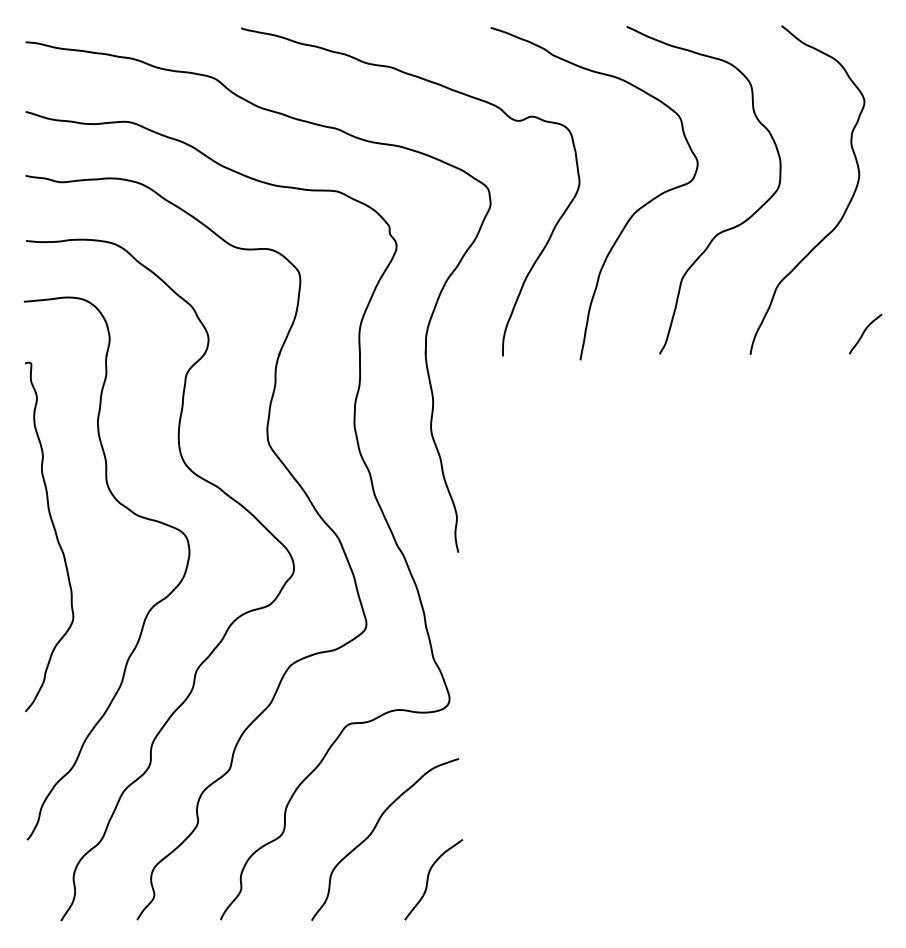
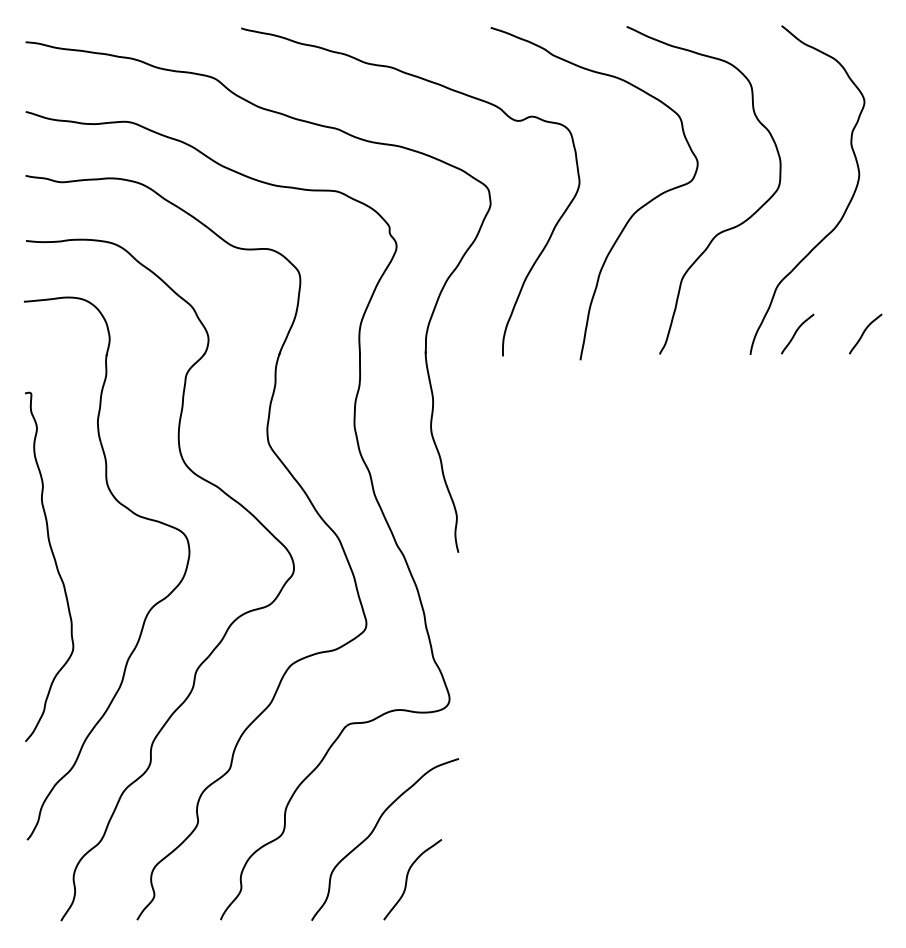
curve at (796, 333): none -> present
curve at (55, 536) position: (55, 536) -> (55, 566)
curve at (428, 879) position: (428, 879) -> (407, 879)
